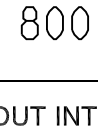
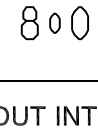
part at (54, 23) size: 18x35 px -> 12x22 px
